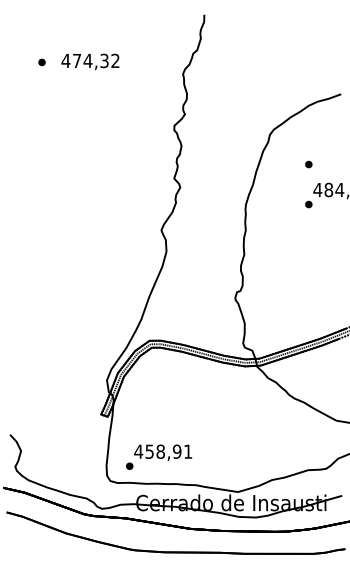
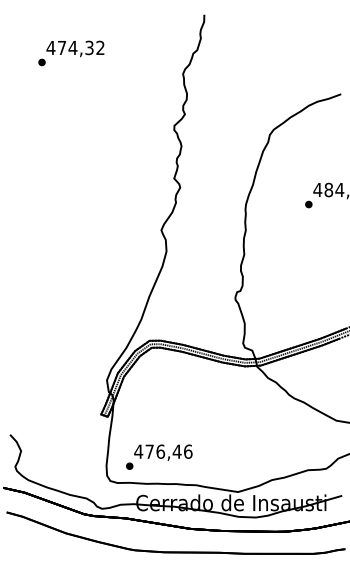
text at (90, 61) position: (90, 61) -> (75, 48)
part at (308, 164): present -> none
text at (168, 451): 458,91 -> 476,46
